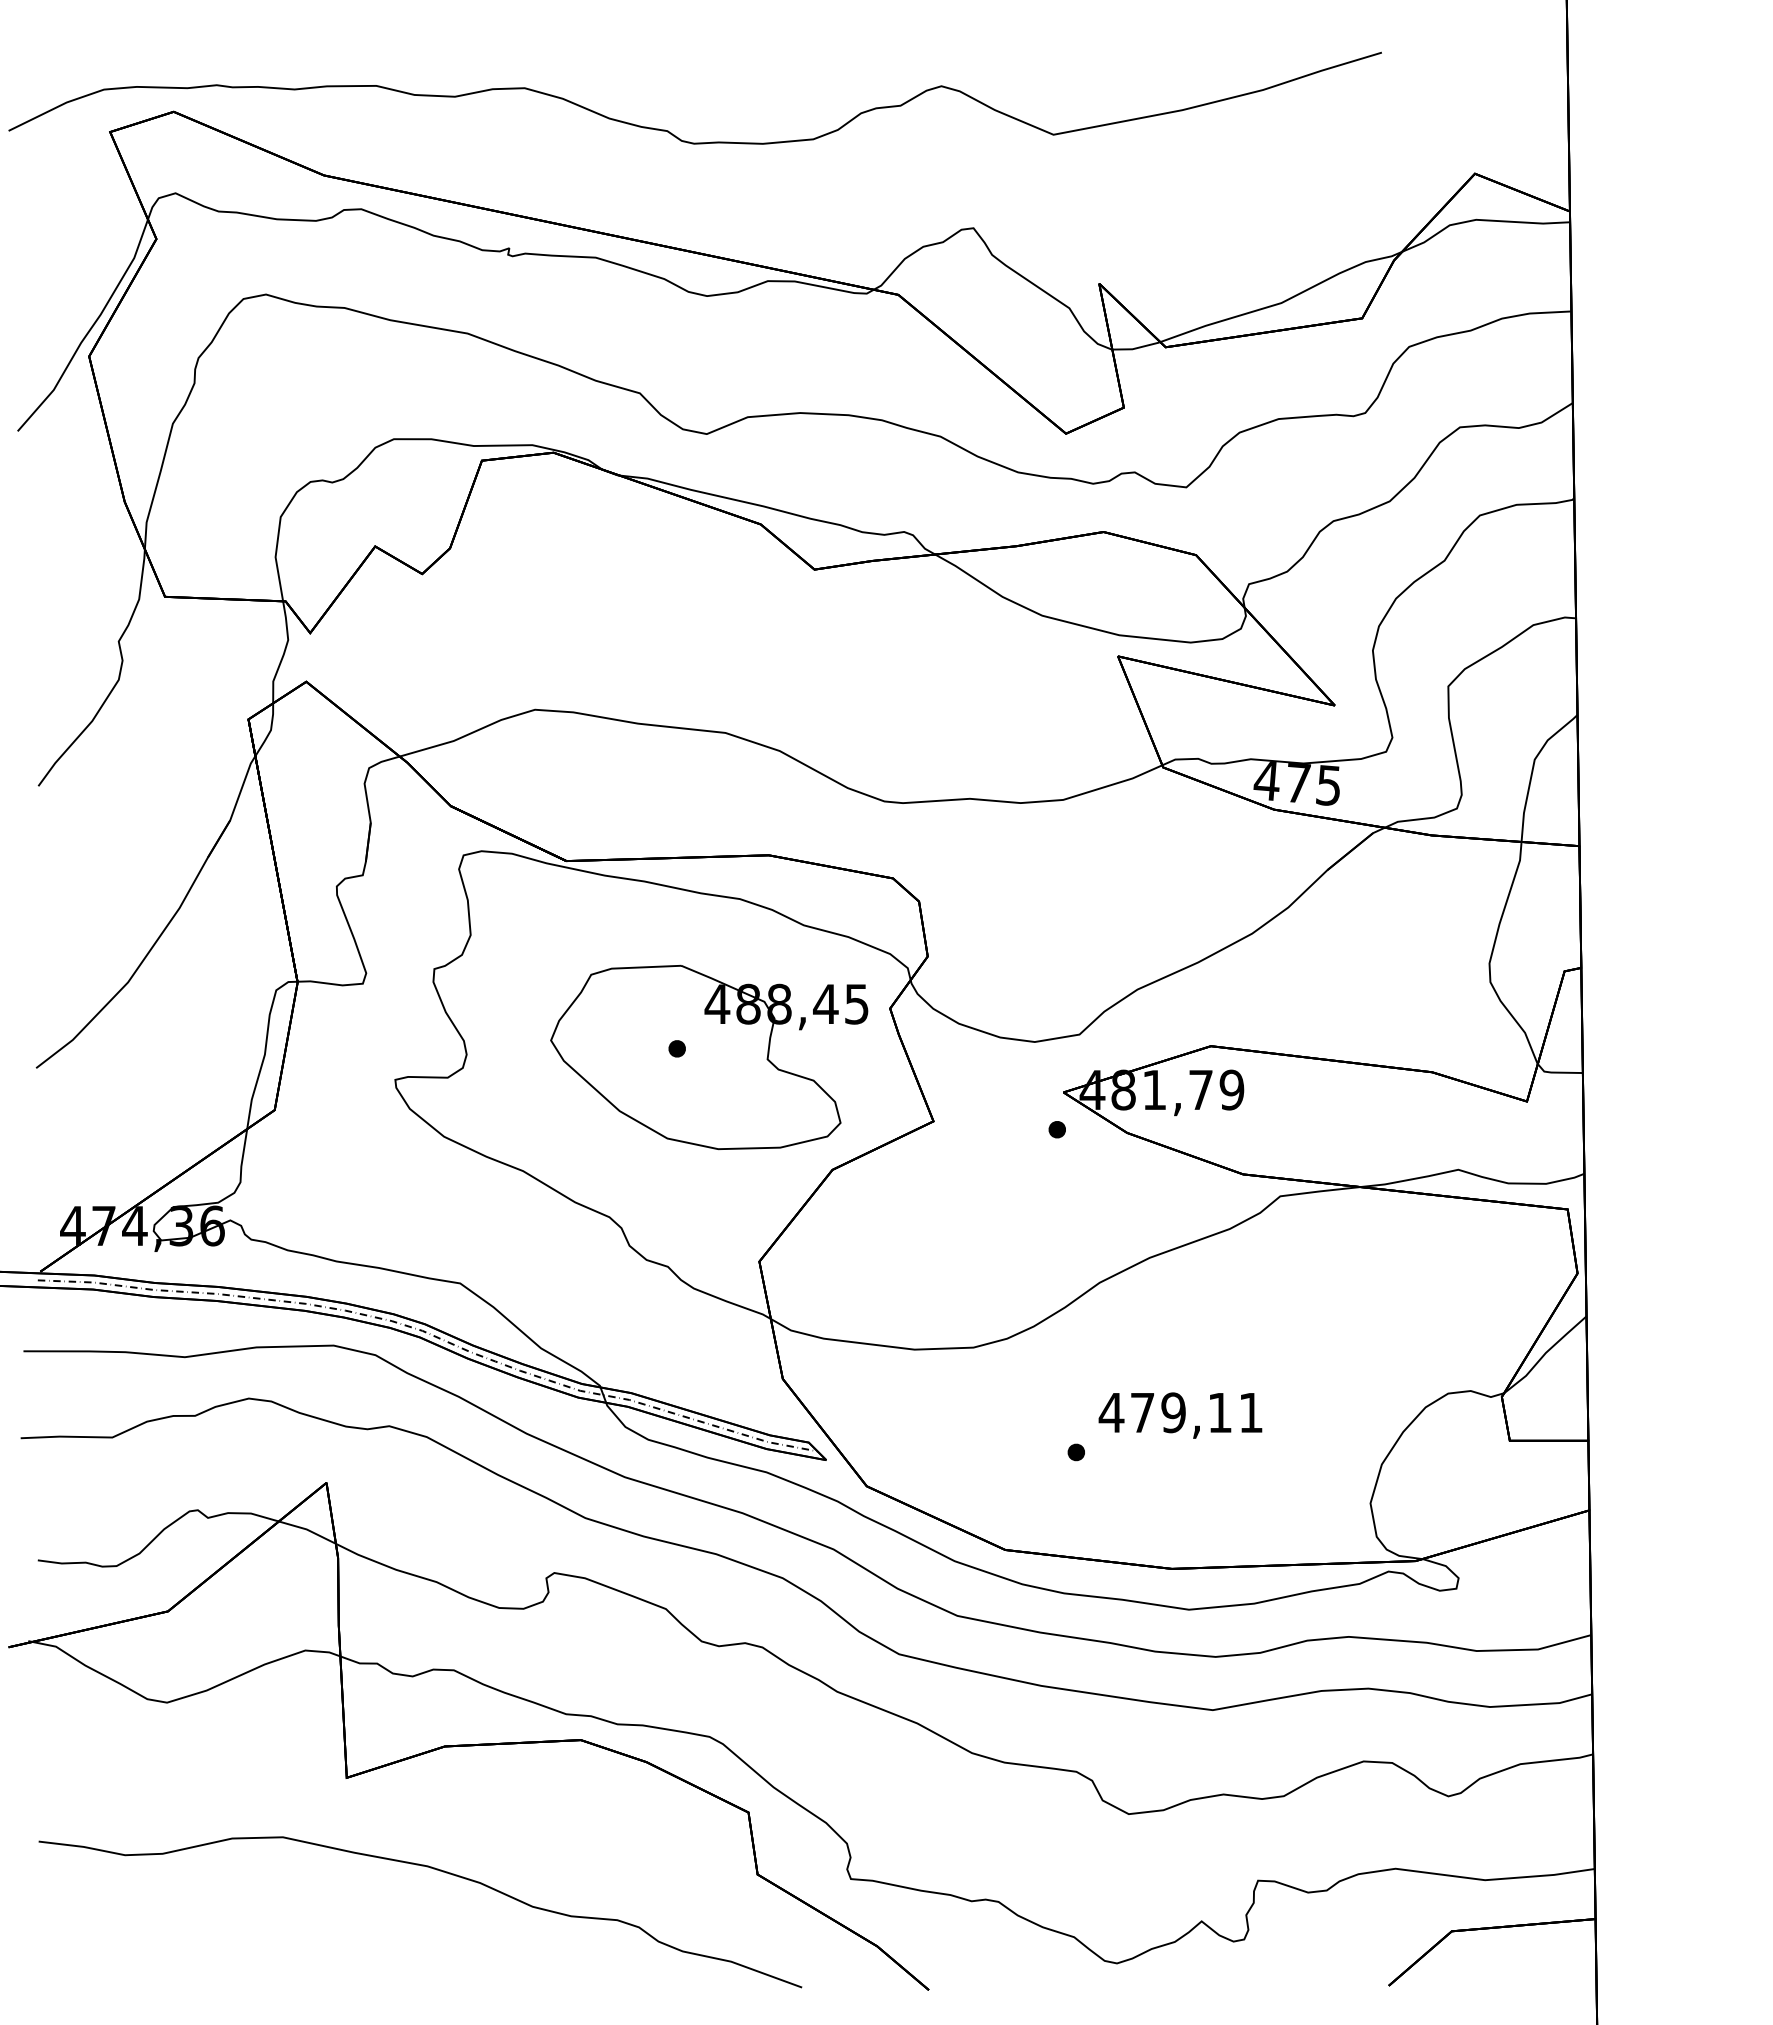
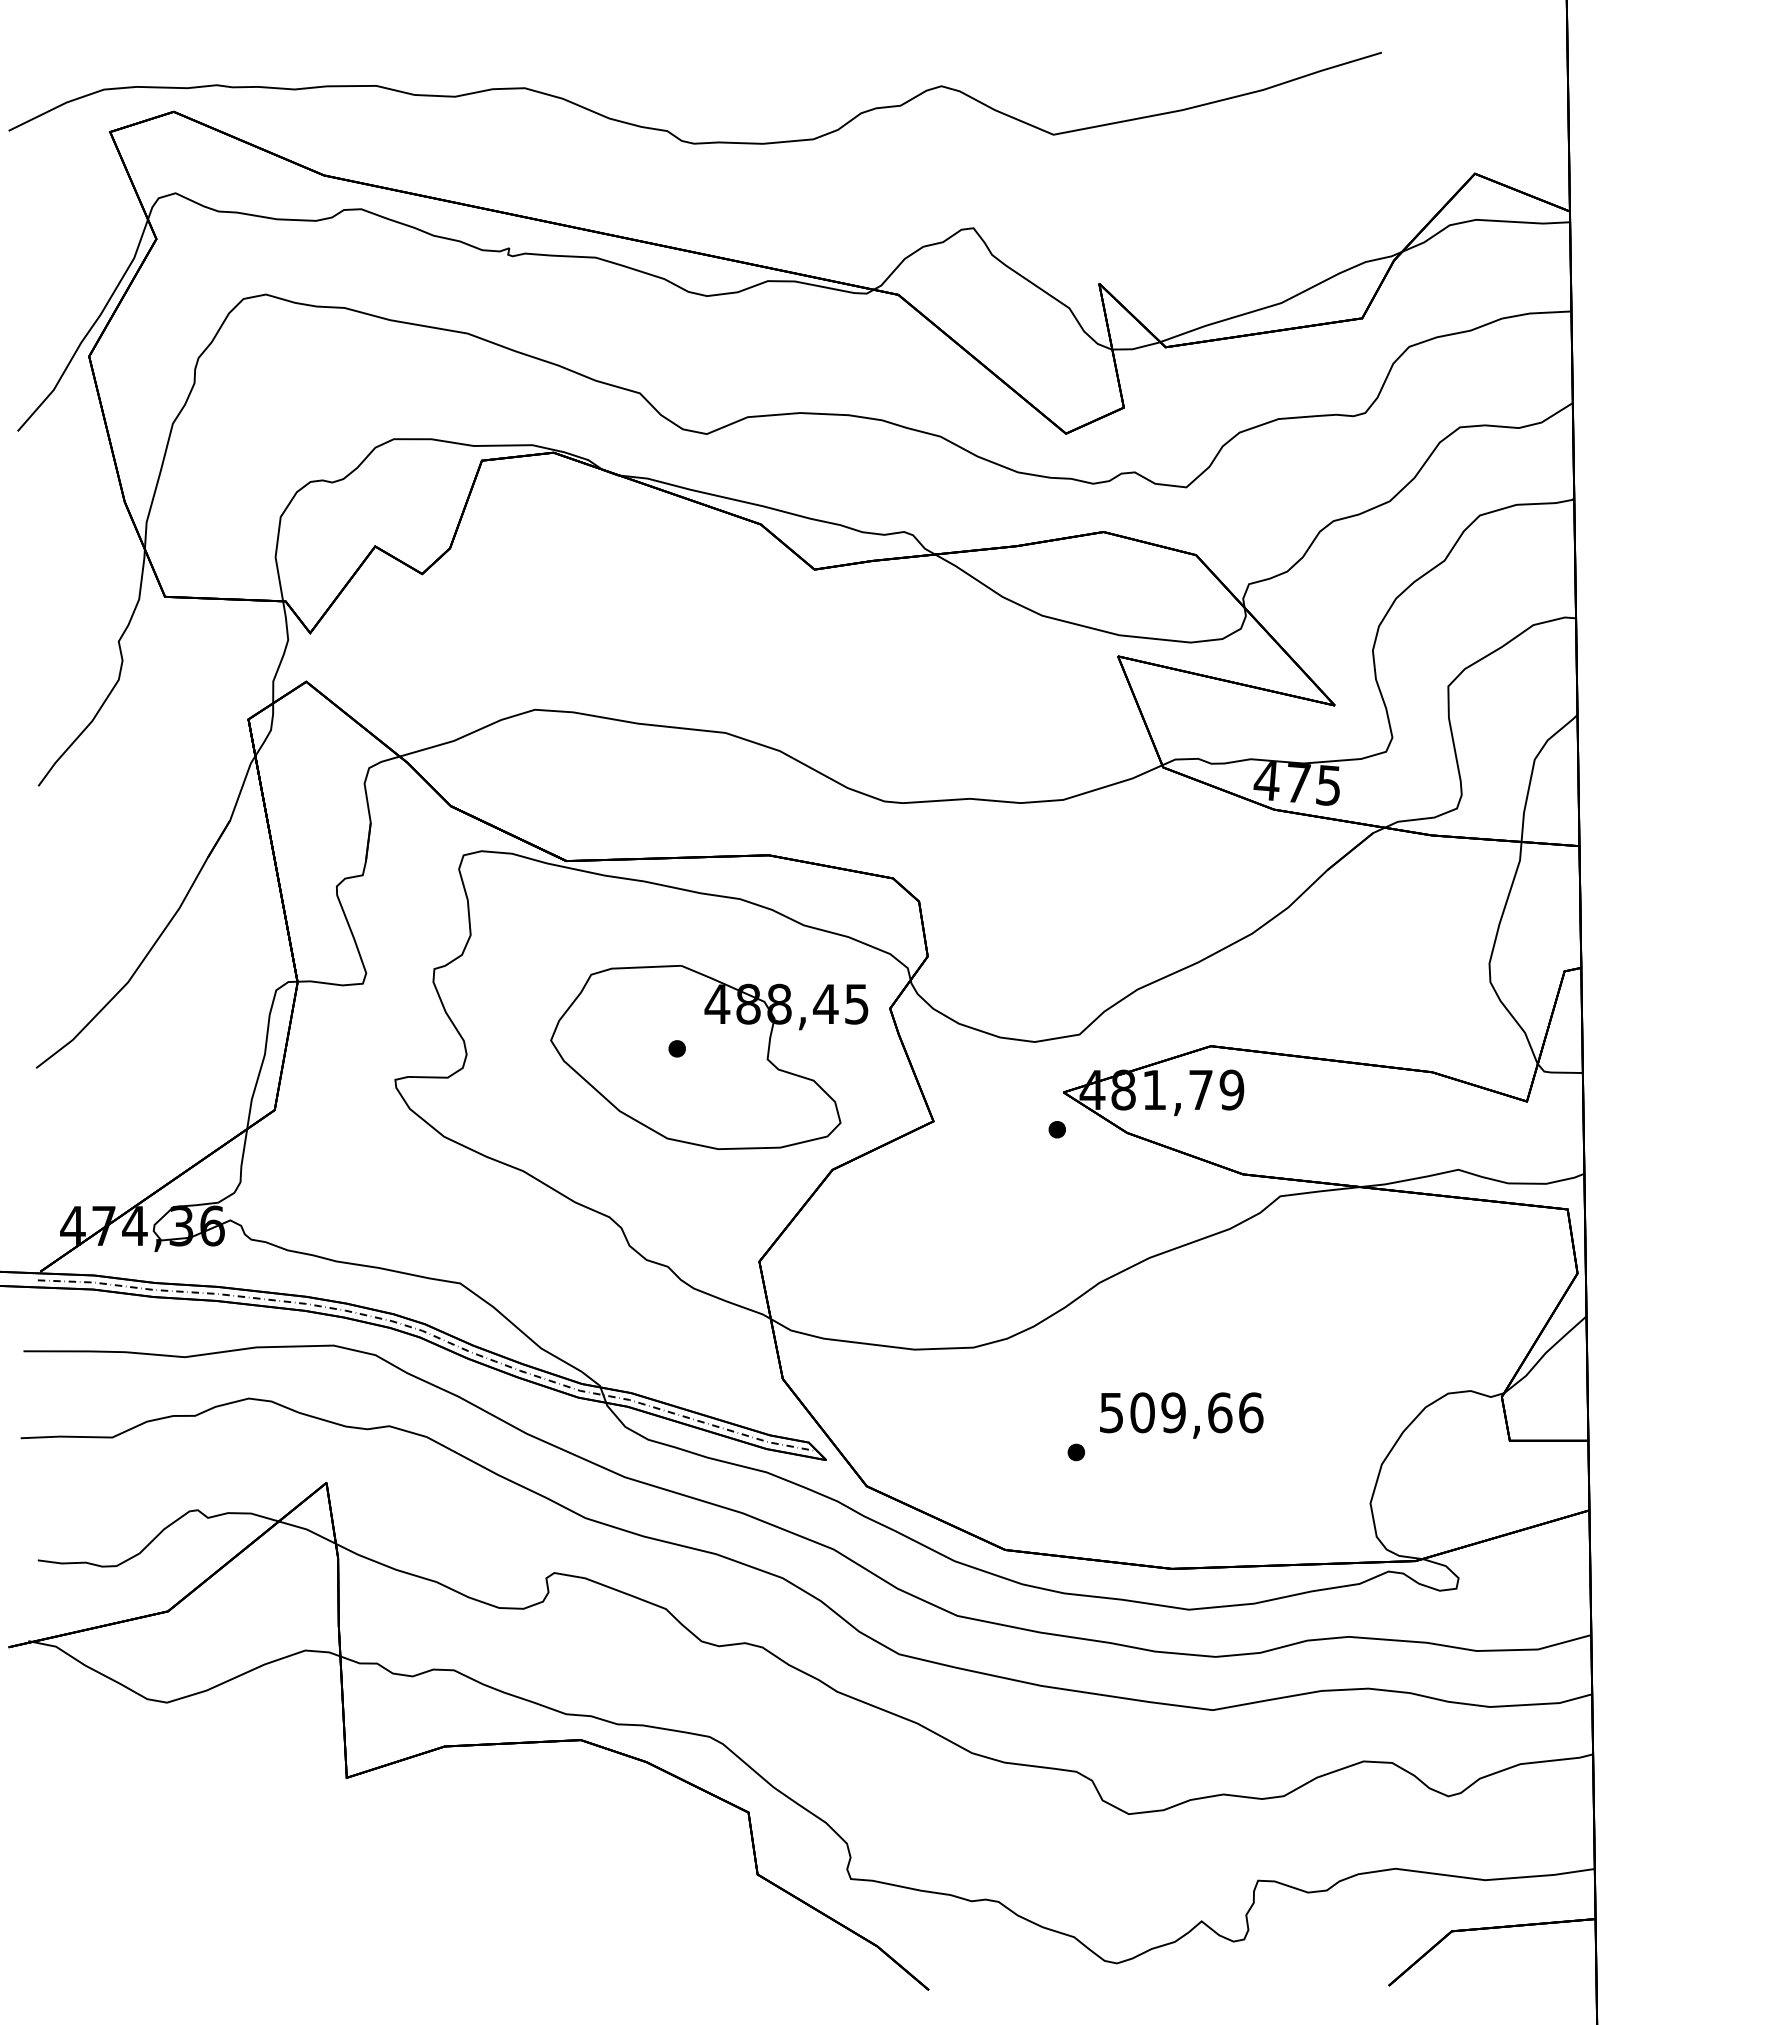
text at (1180, 1412): 479,11 -> 509,66
curve at (433, 1869): present -> none
